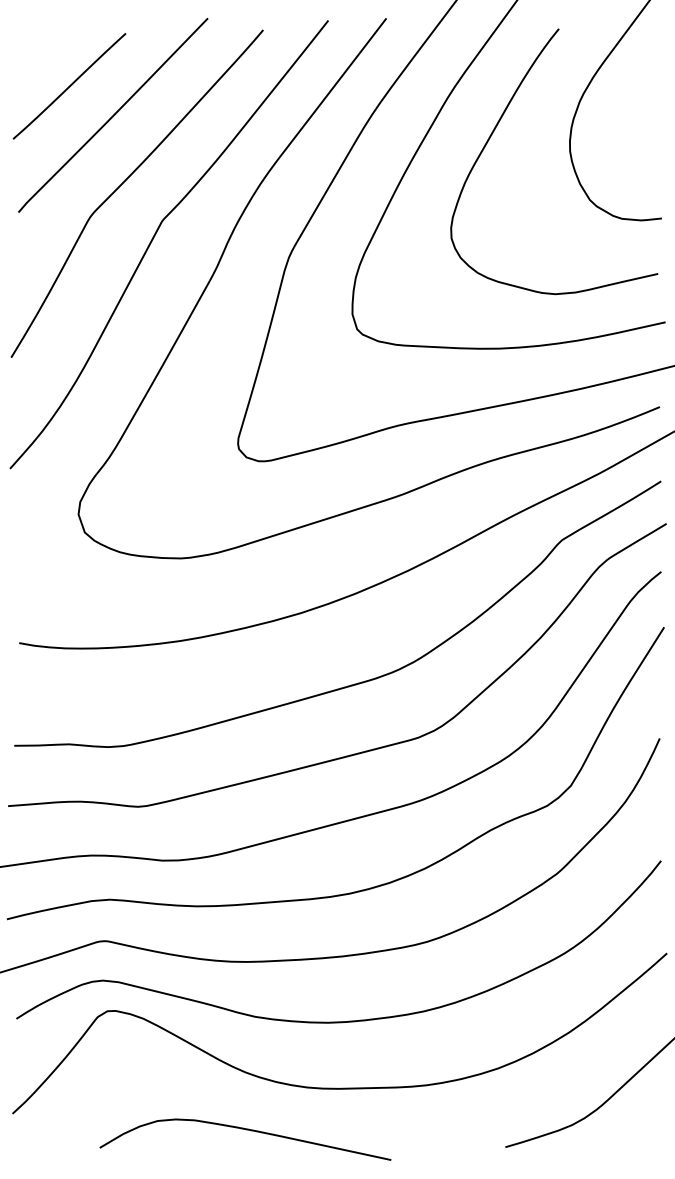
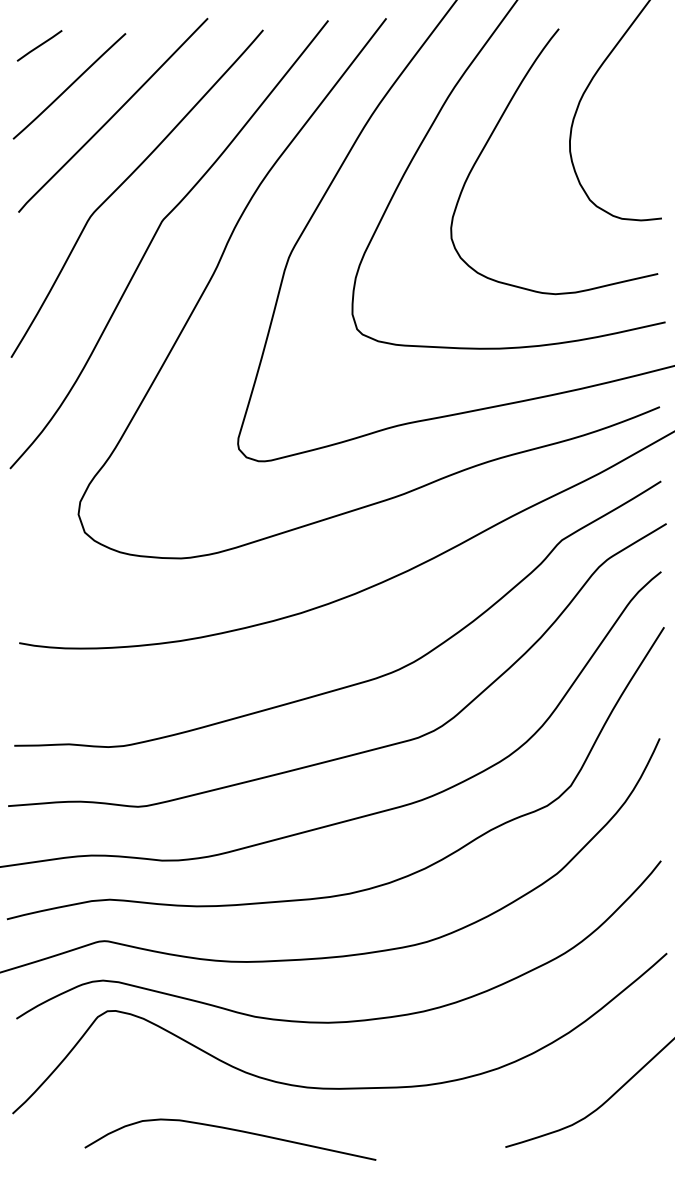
line at (39, 45): none -> present
curve at (246, 1130) position: (246, 1130) -> (231, 1130)
